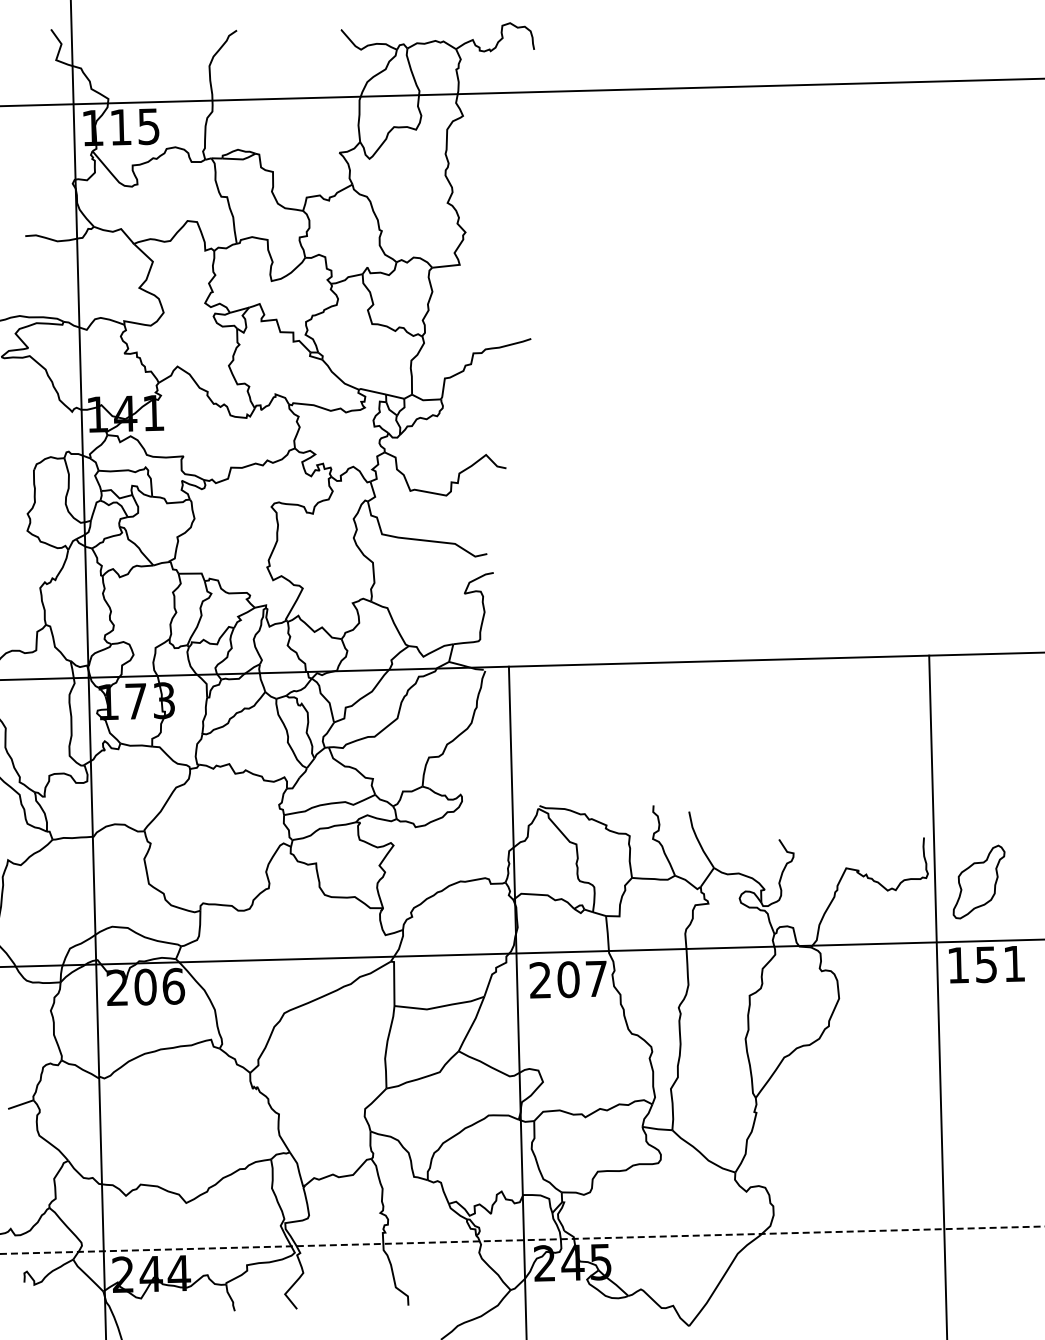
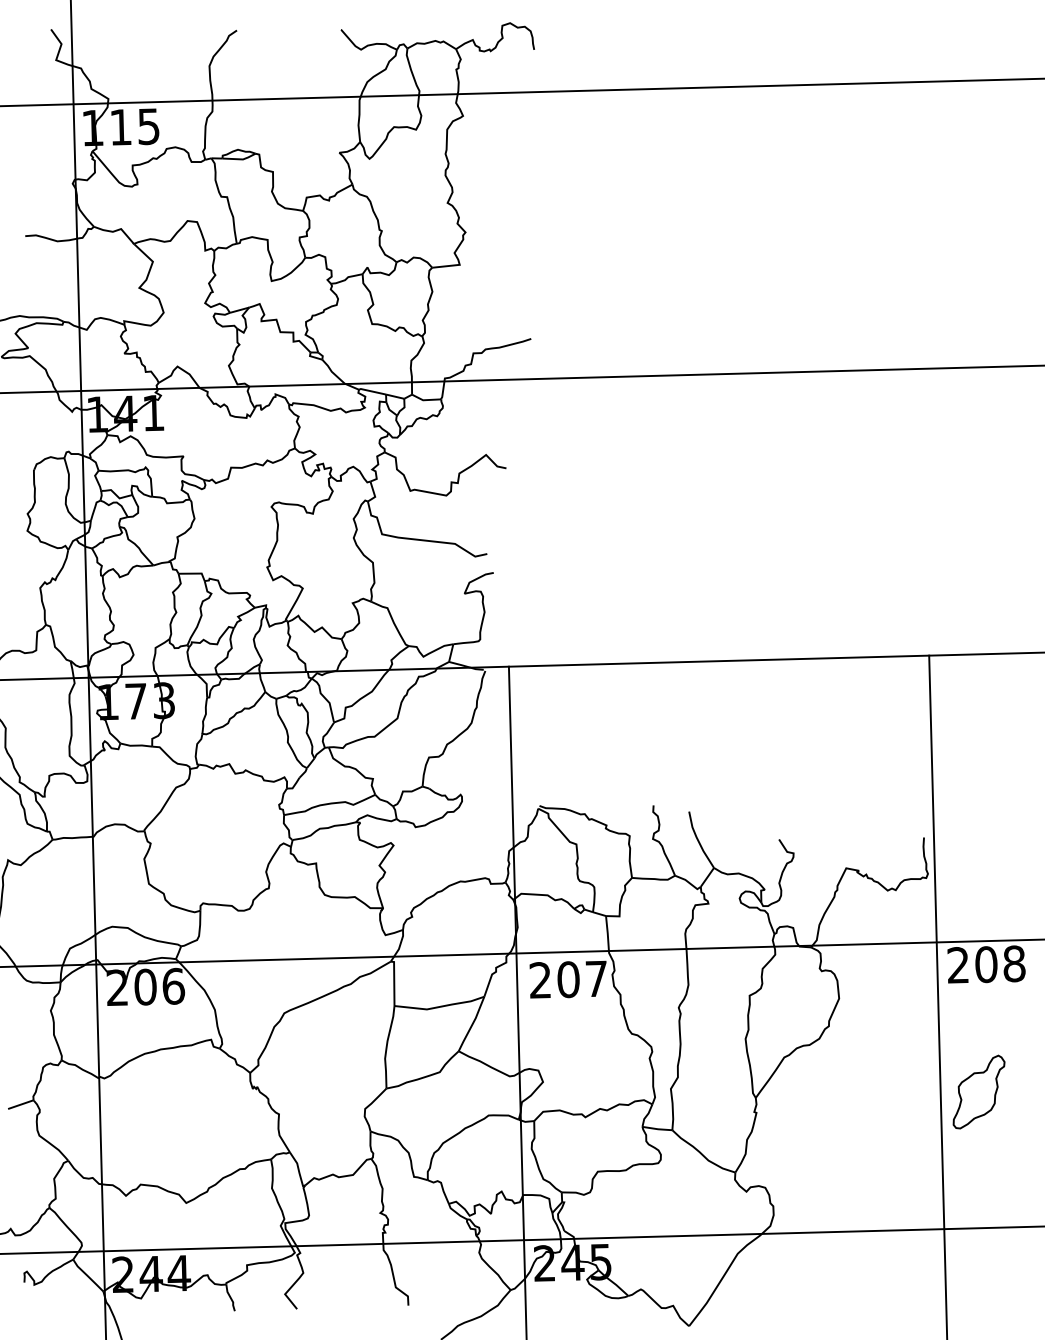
line at (521, 379): none -> present
part at (978, 881) position: (978, 881) -> (978, 1091)
text at (986, 964): 151 -> 208
line at (523, 1240): dashed -> solid
